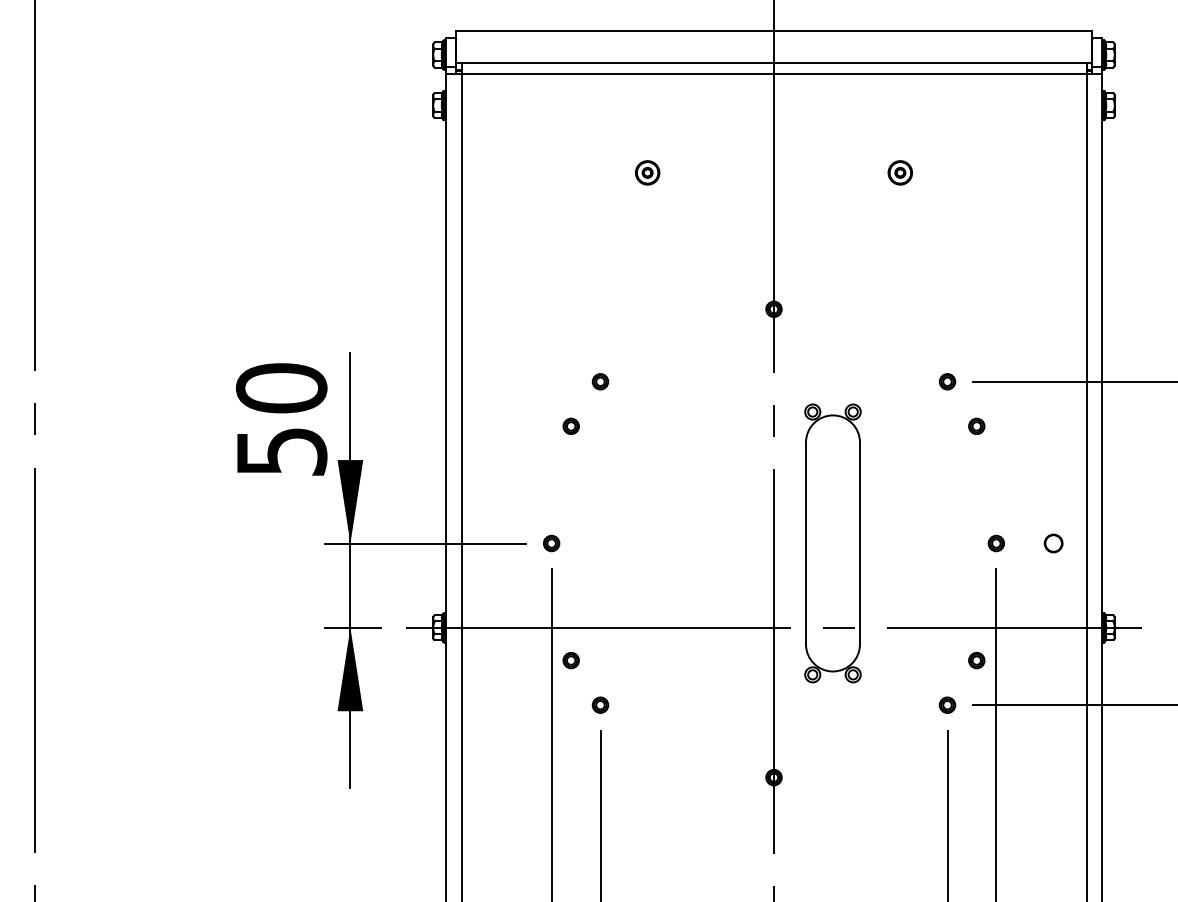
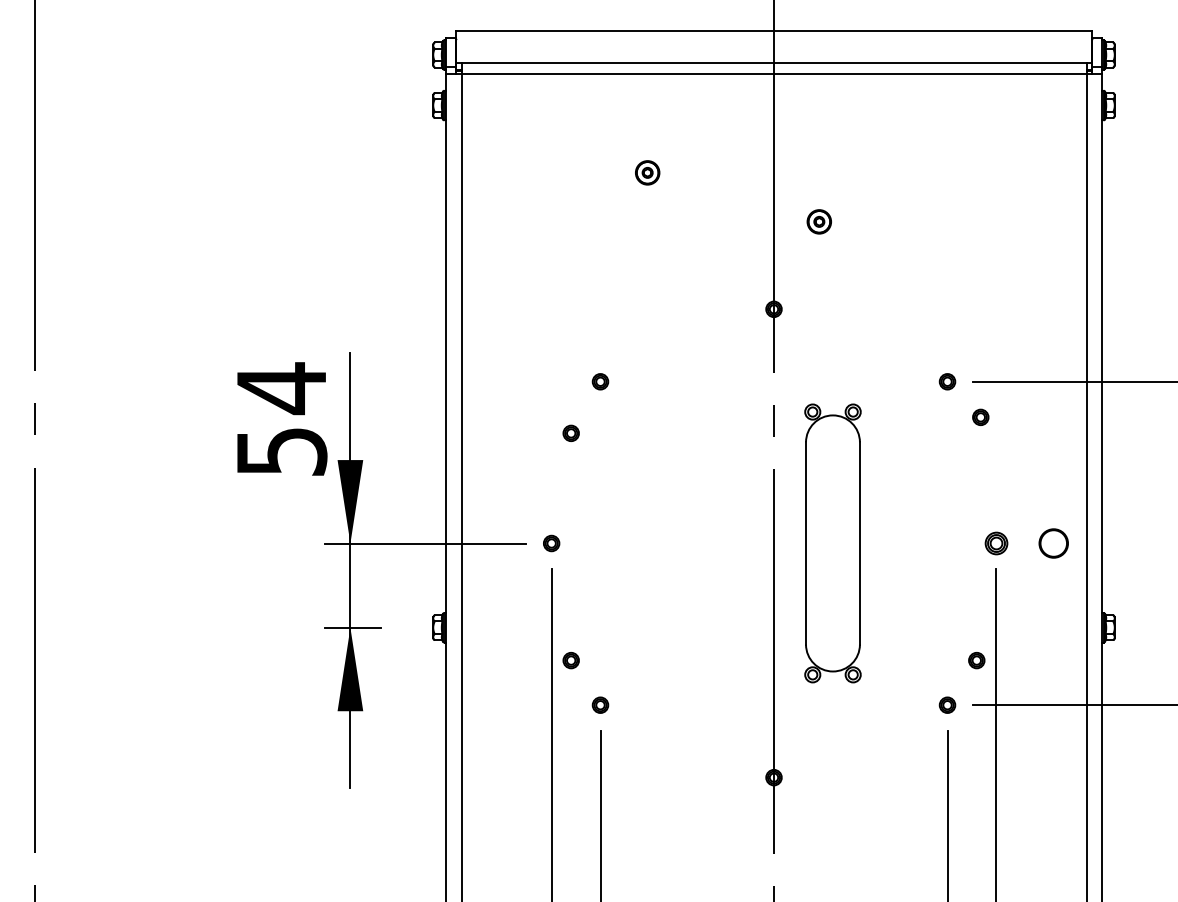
part at (899, 172) position: (899, 172) -> (818, 221)
text at (281, 388): 50 -> 54
part at (570, 425) position: (570, 425) -> (570, 432)
part at (976, 425) position: (976, 425) -> (980, 416)
part at (995, 543) size: 18x19 px -> 25x25 px
part at (1053, 543) size: 21x21 px -> 31x31 px
line at (773, 627): present -> none
